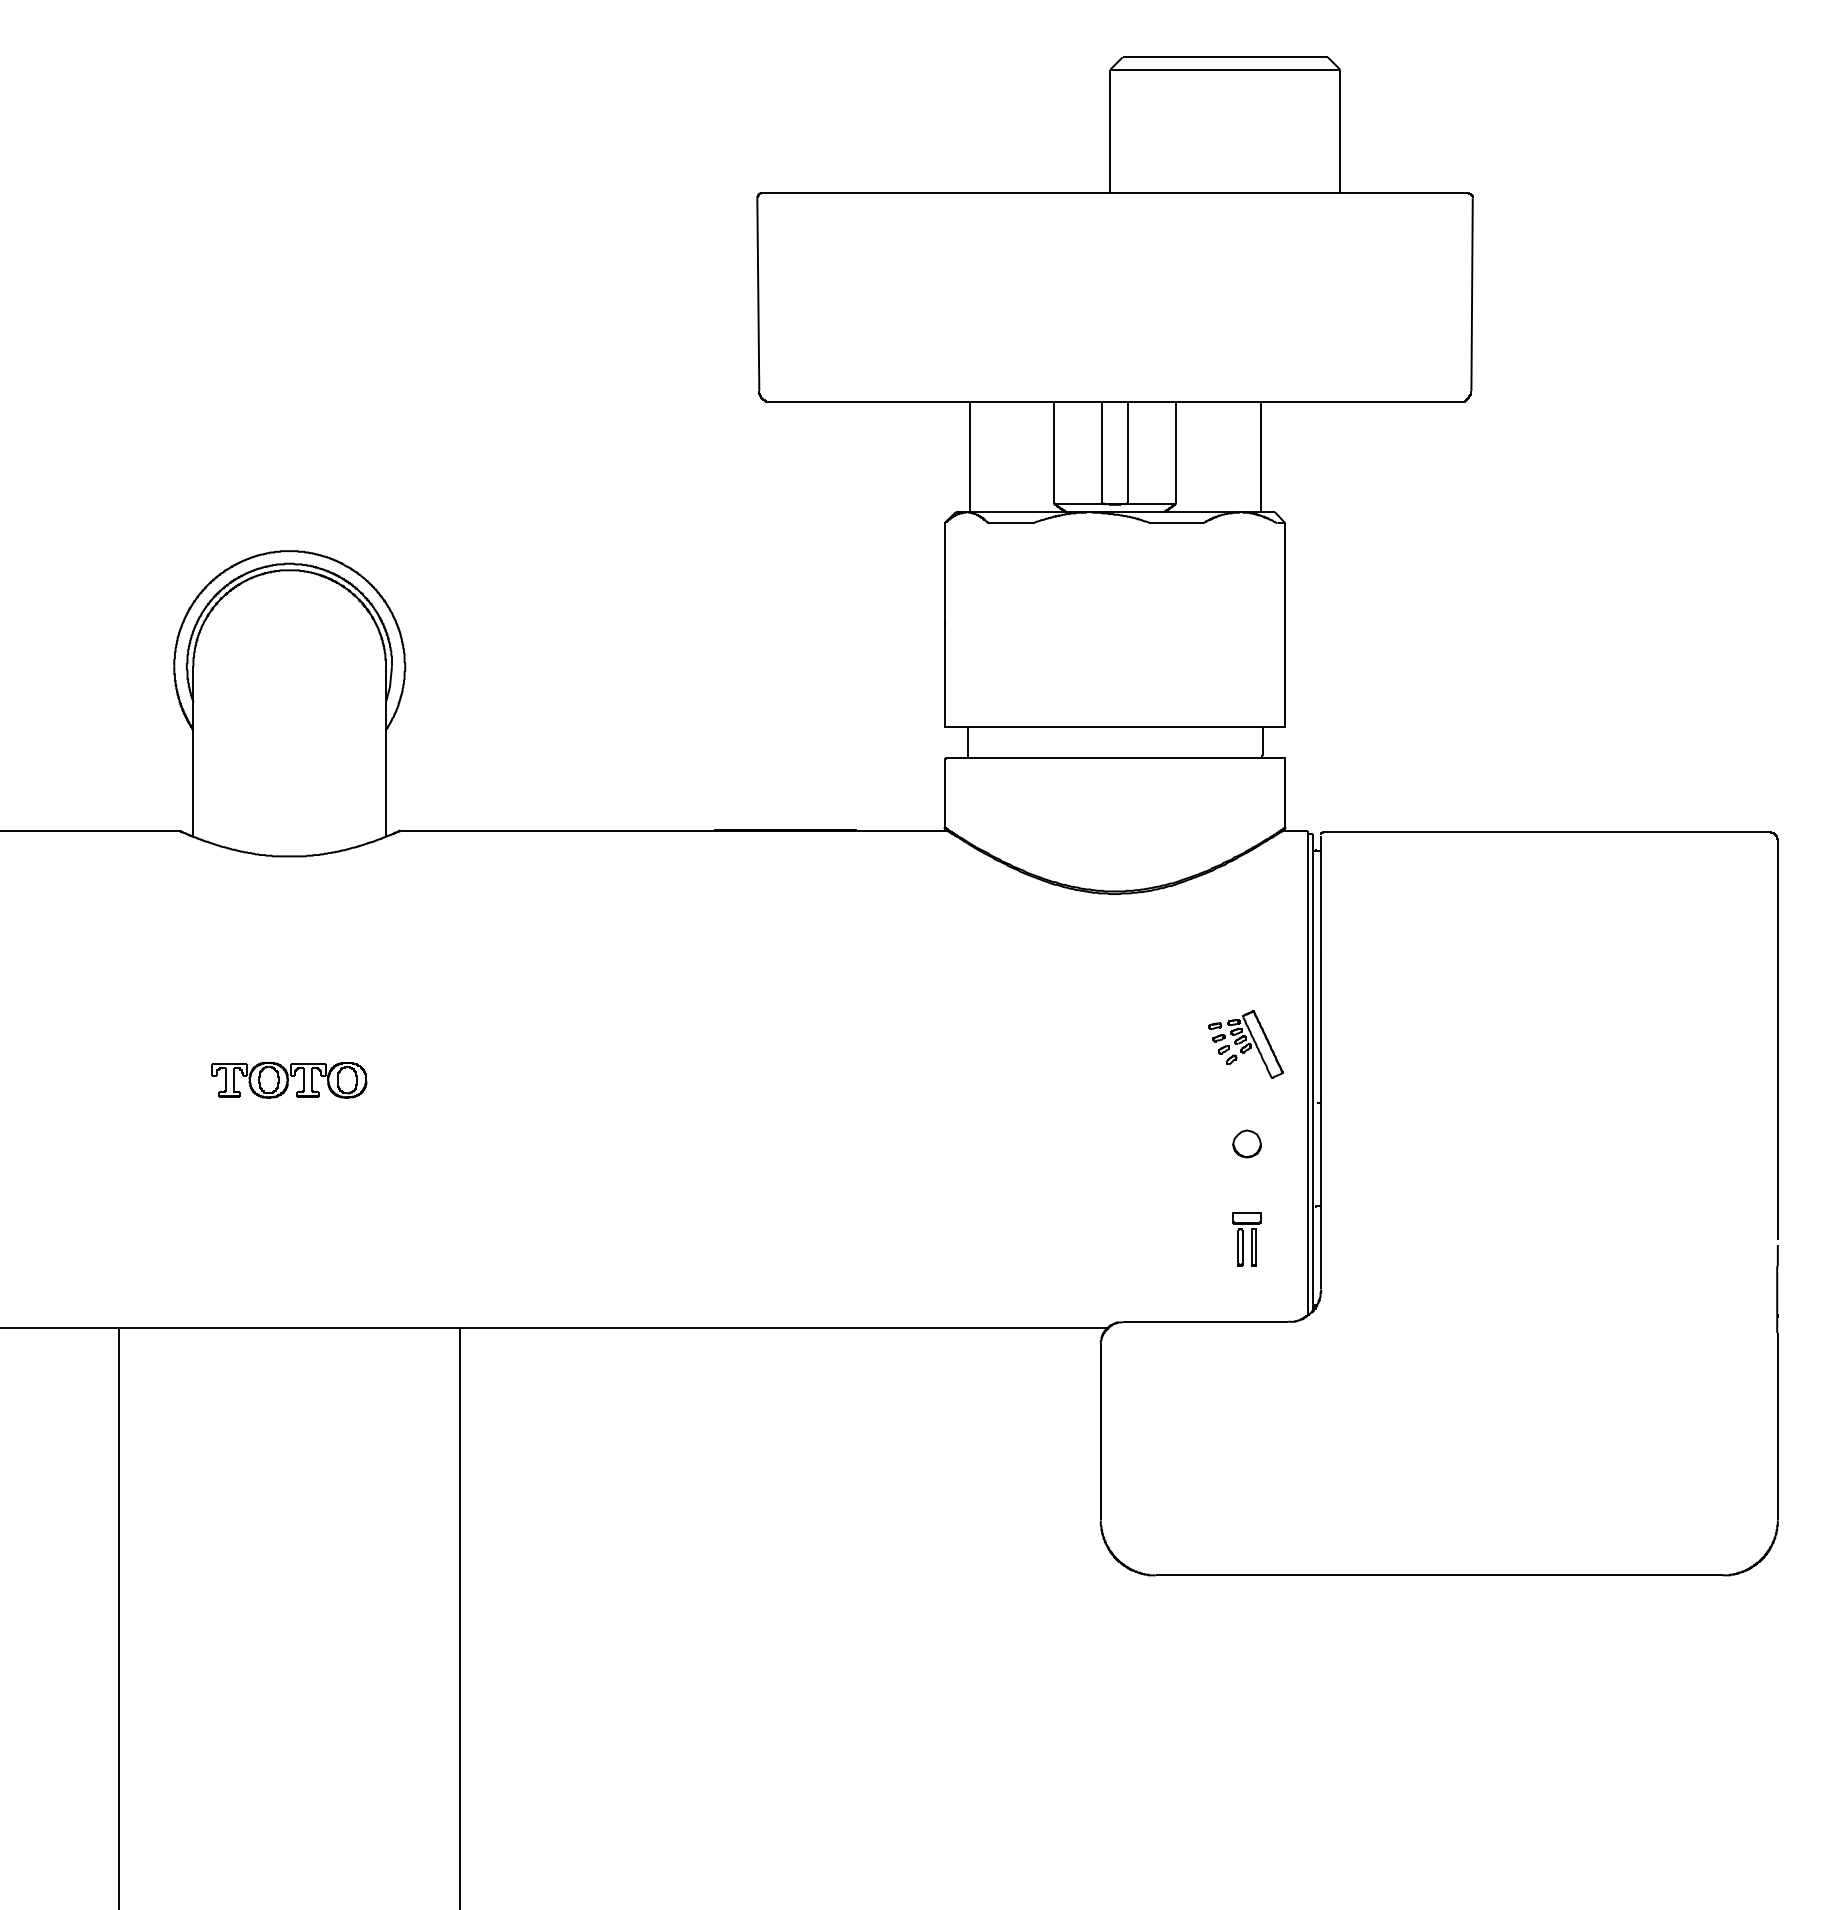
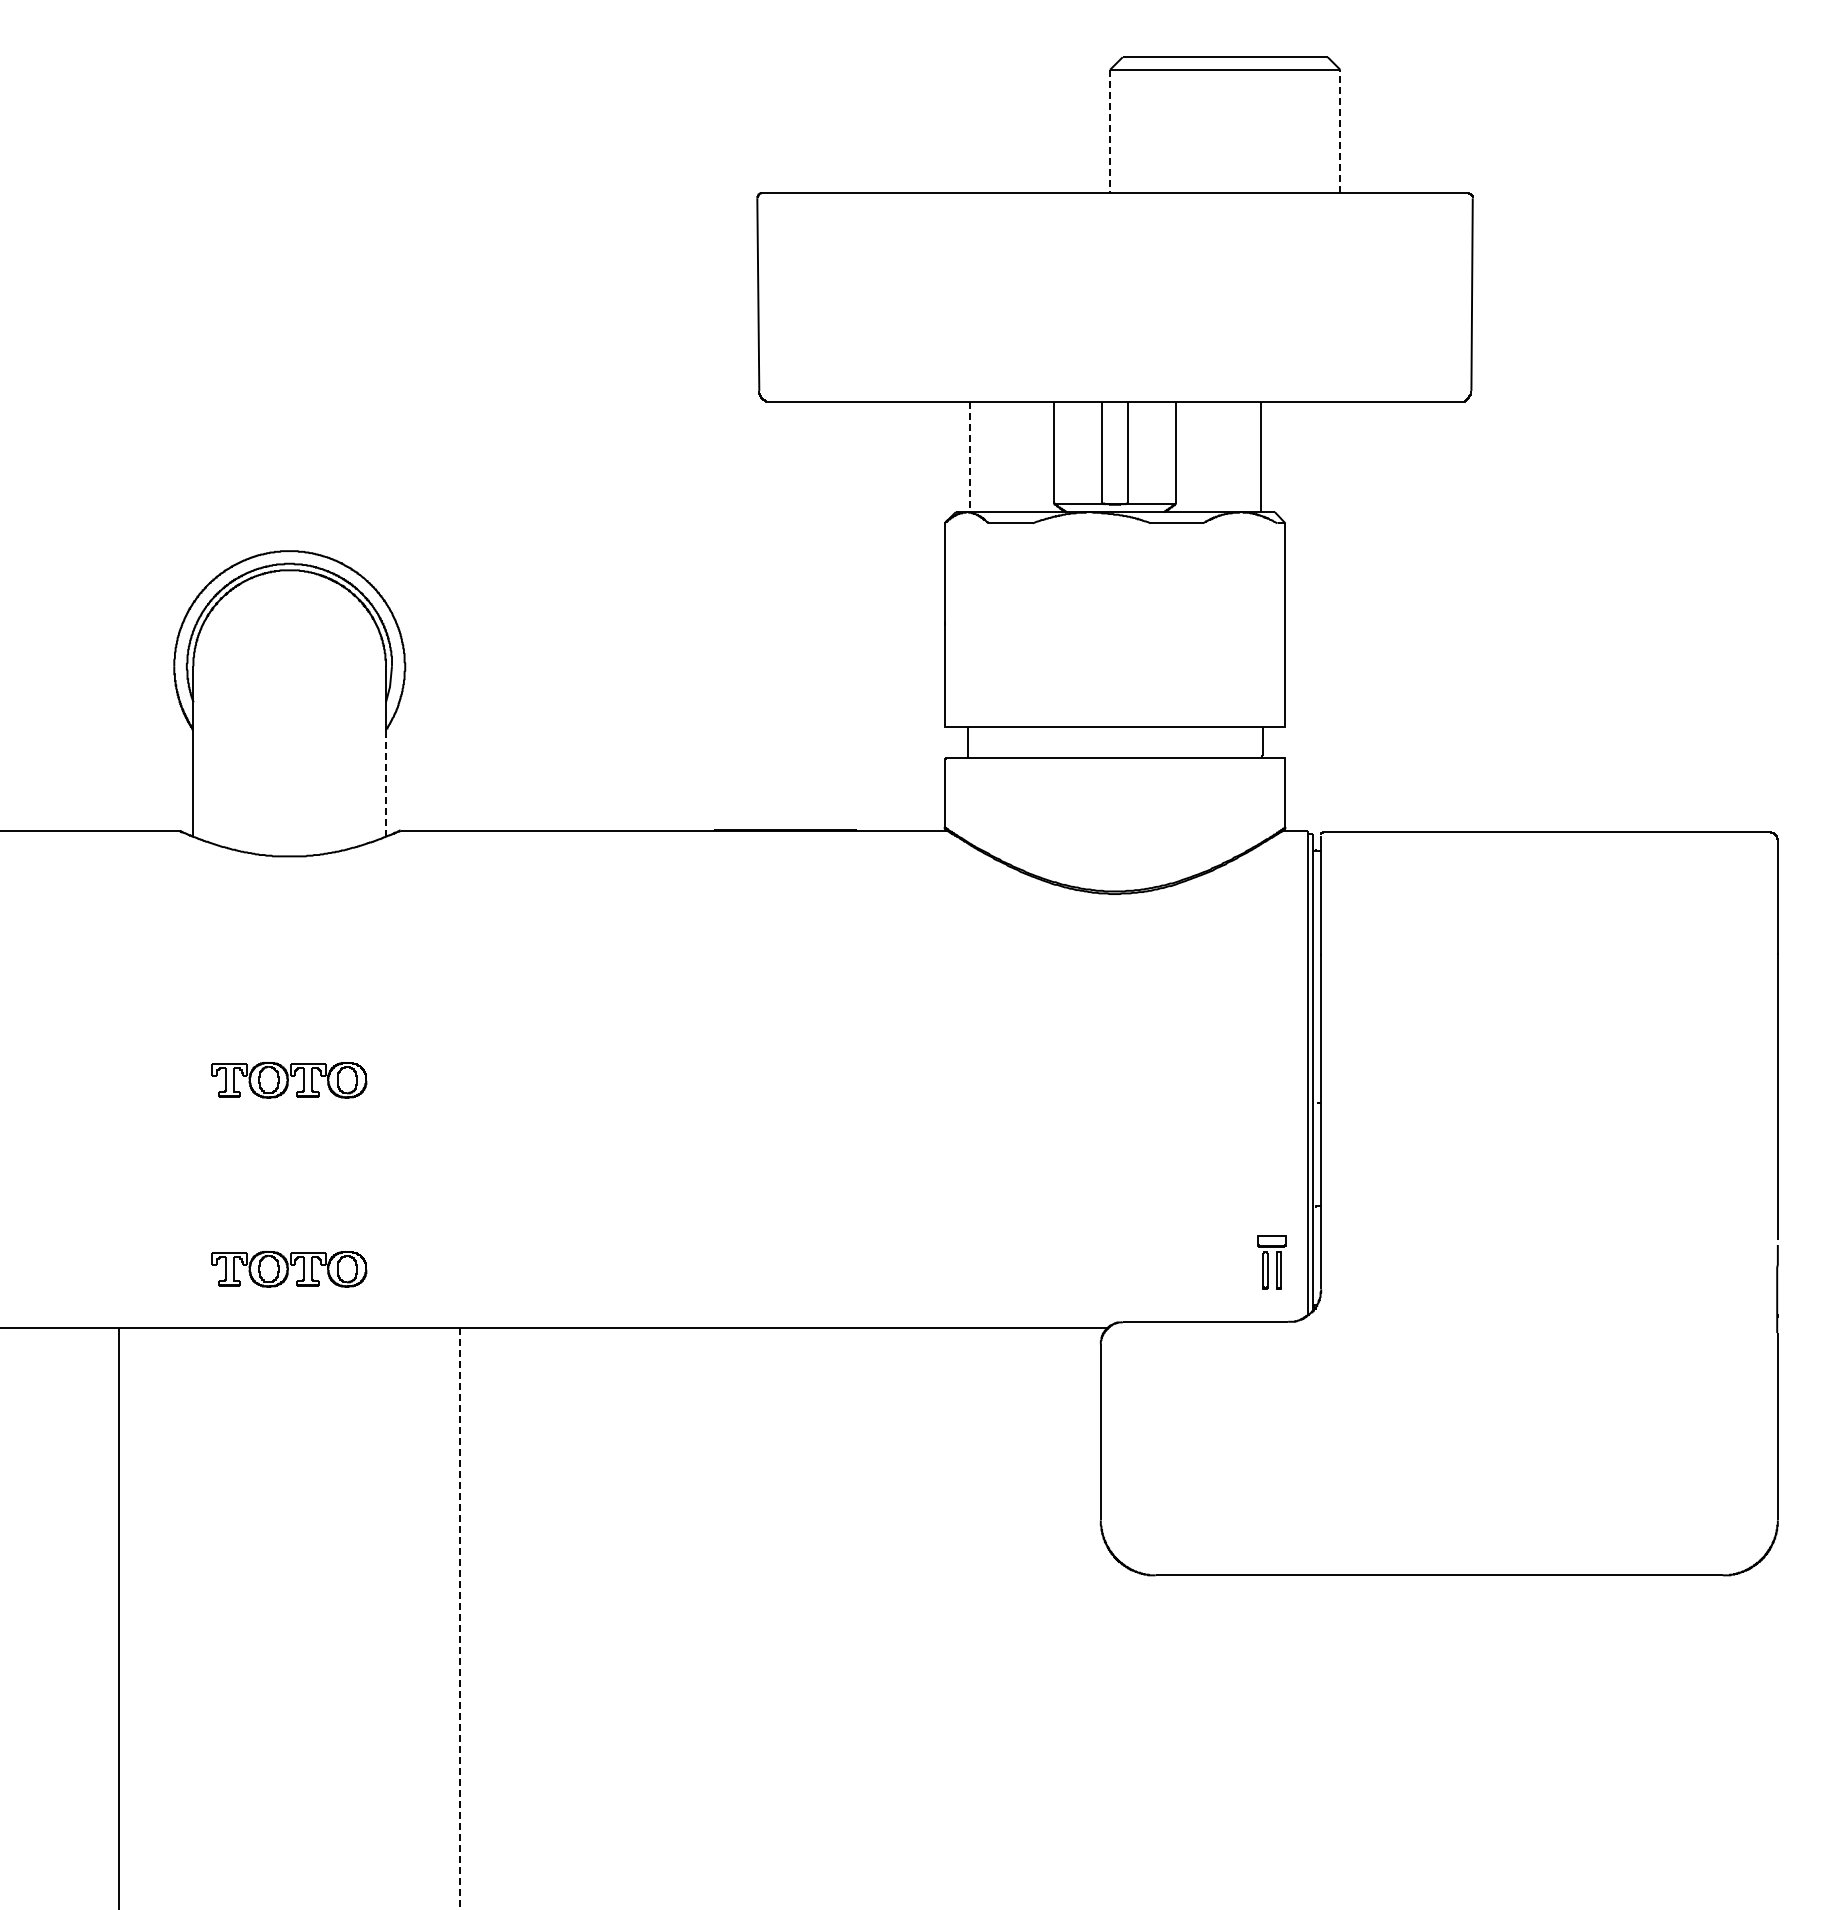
line at (1110, 131): solid -> dashed
line at (1340, 131): solid -> dashed
line at (969, 457): solid -> dashed
line at (386, 783): solid -> dashed
part at (1245, 1044): present -> none
part at (1246, 1143): present -> none
part at (1246, 1239) position: (1246, 1239) -> (1271, 1262)
part at (289, 1269): none -> present
line at (460, 1619): solid -> dashed
